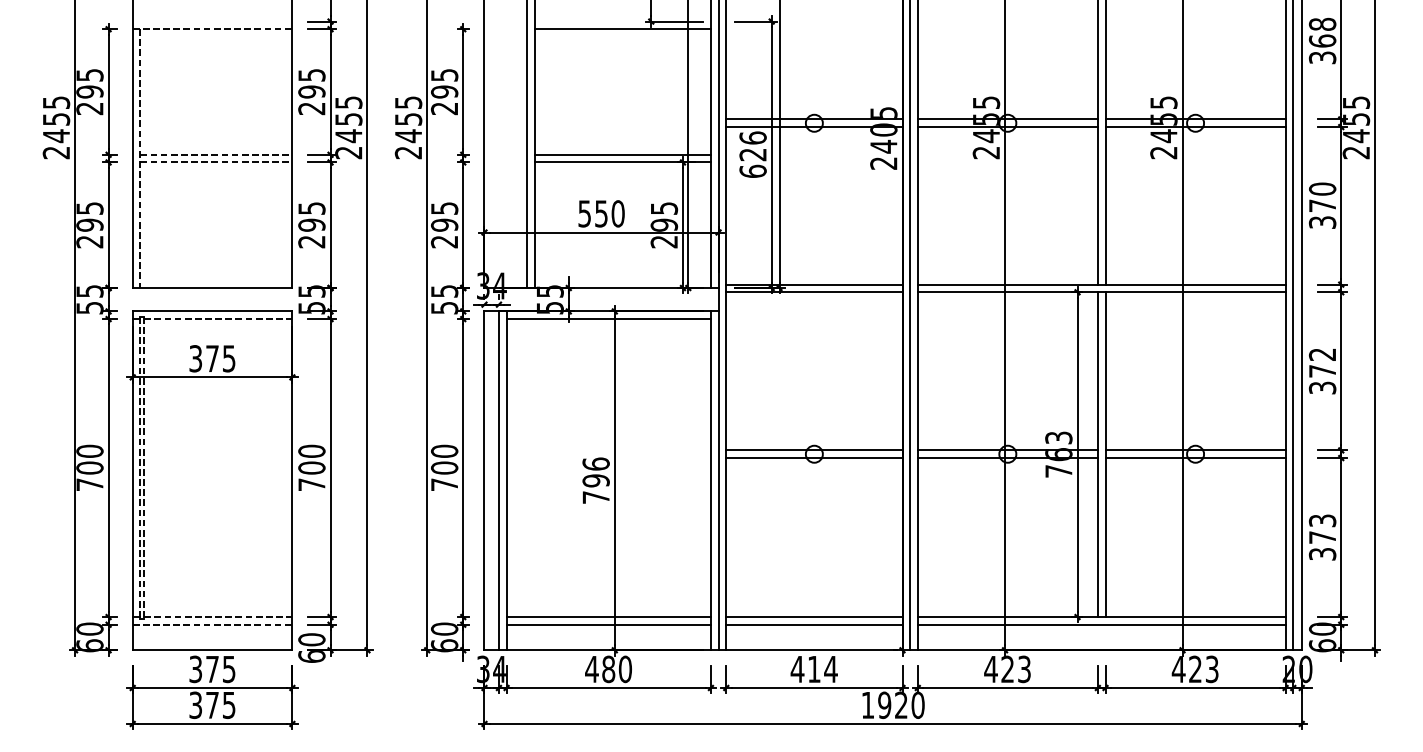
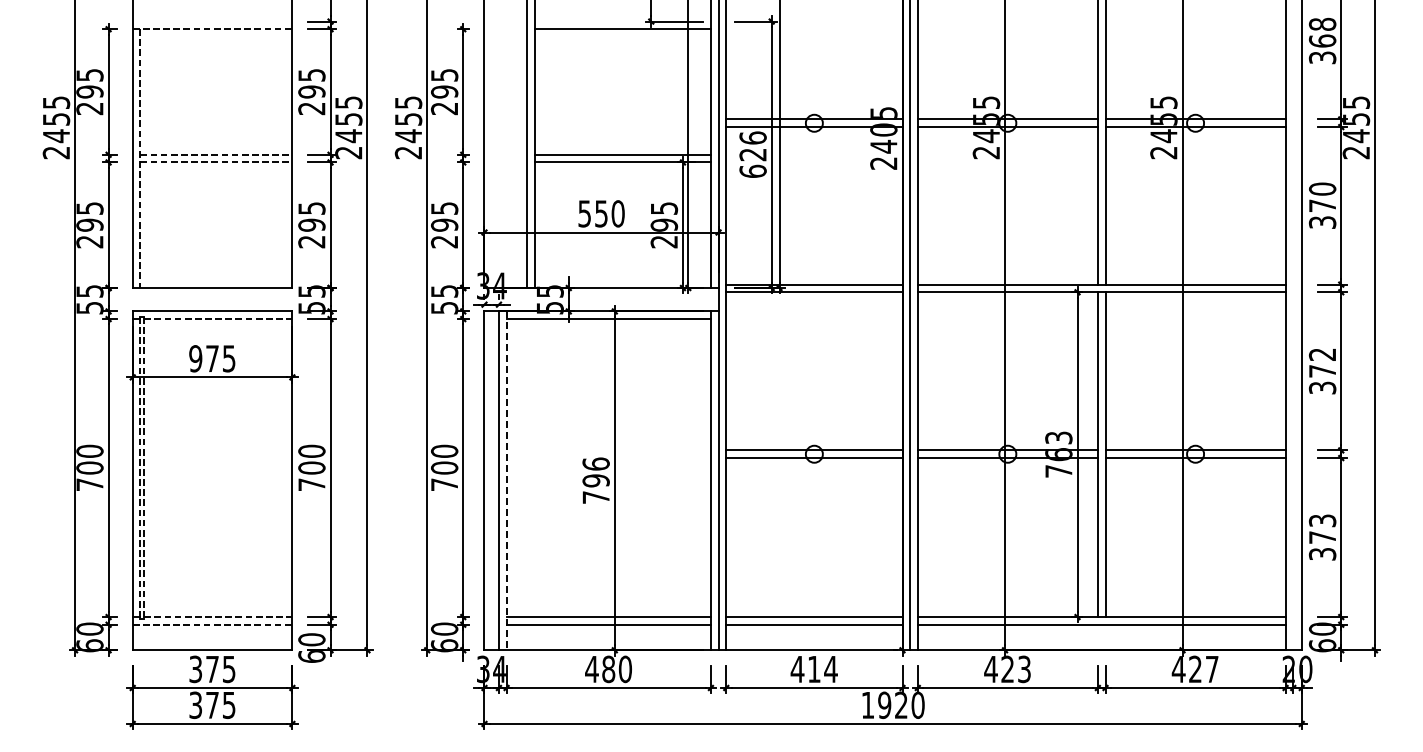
line at (1293, 326): present -> none
text at (195, 358): 375 -> 975
line at (506, 481): solid -> dashed
text at (1212, 669): 423 -> 427
